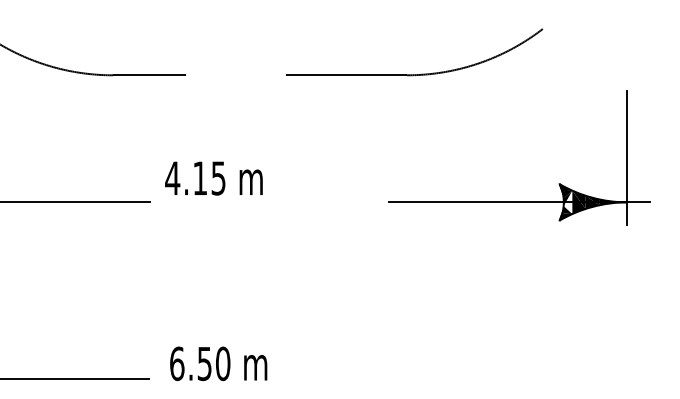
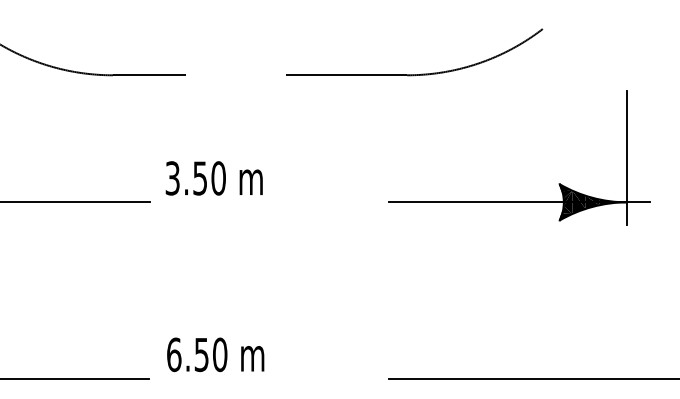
text at (195, 178): 4.15 -> 3.50
fill at (567, 202): none -> present
text at (218, 363) position: (218, 363) -> (215, 354)
line at (532, 378): none -> present
